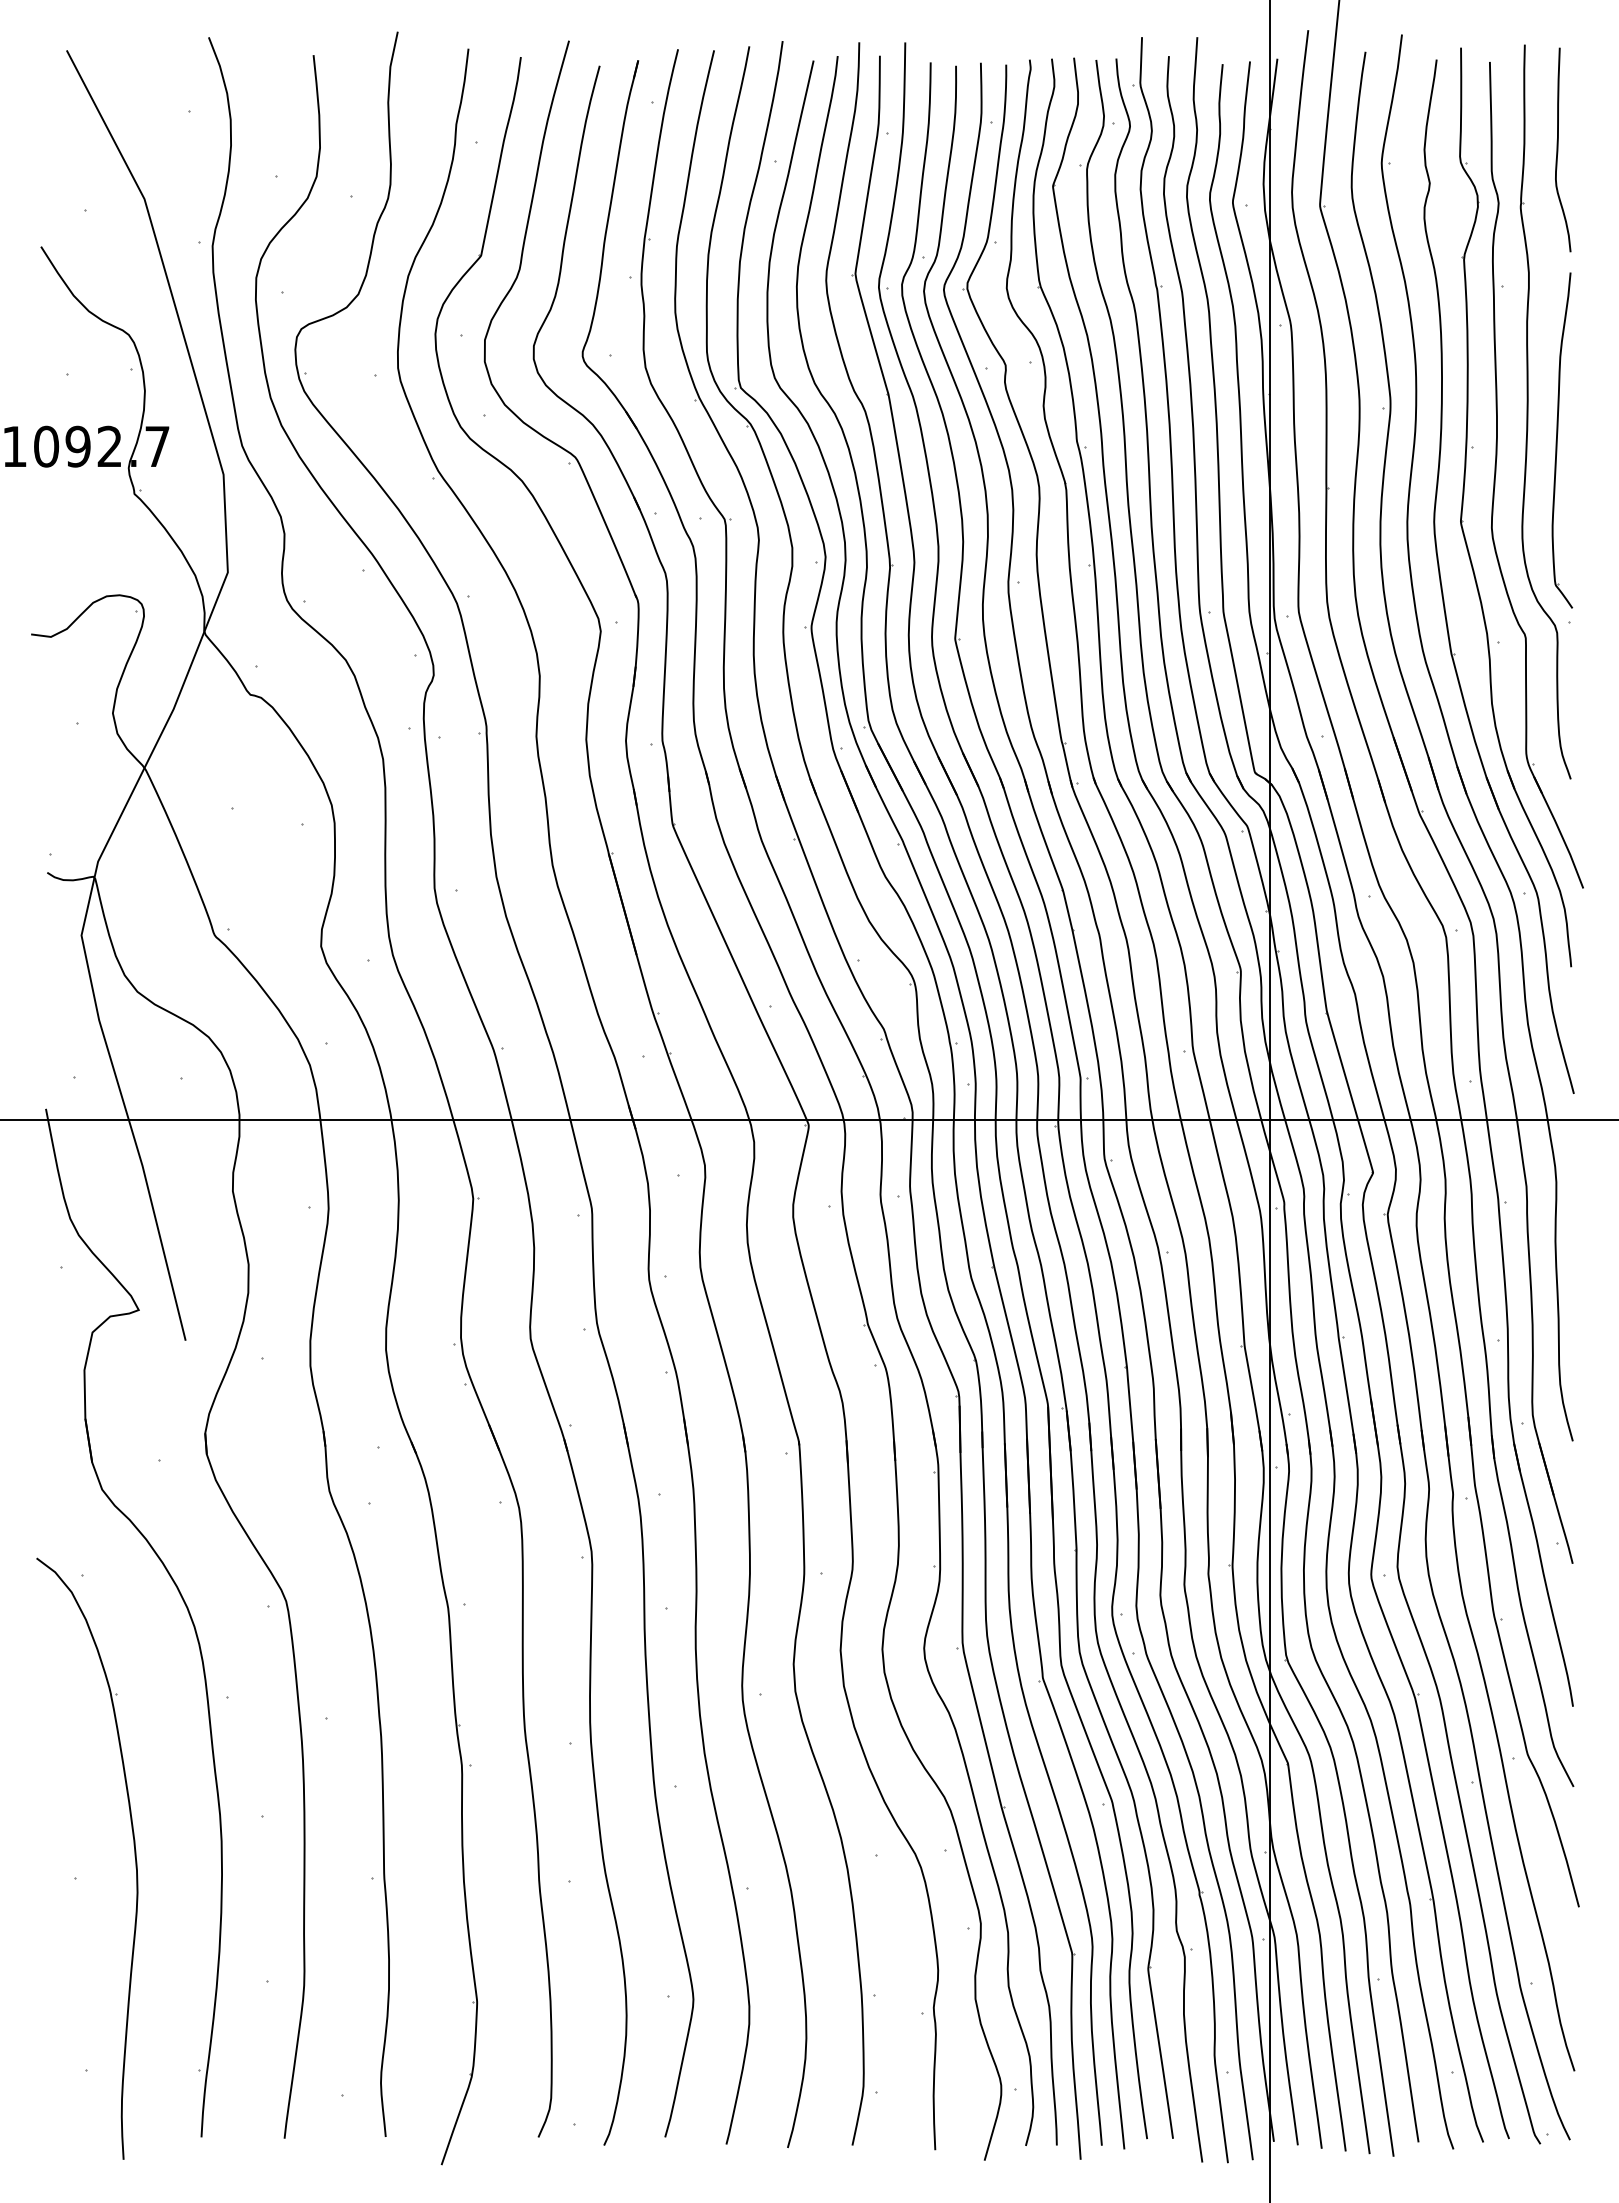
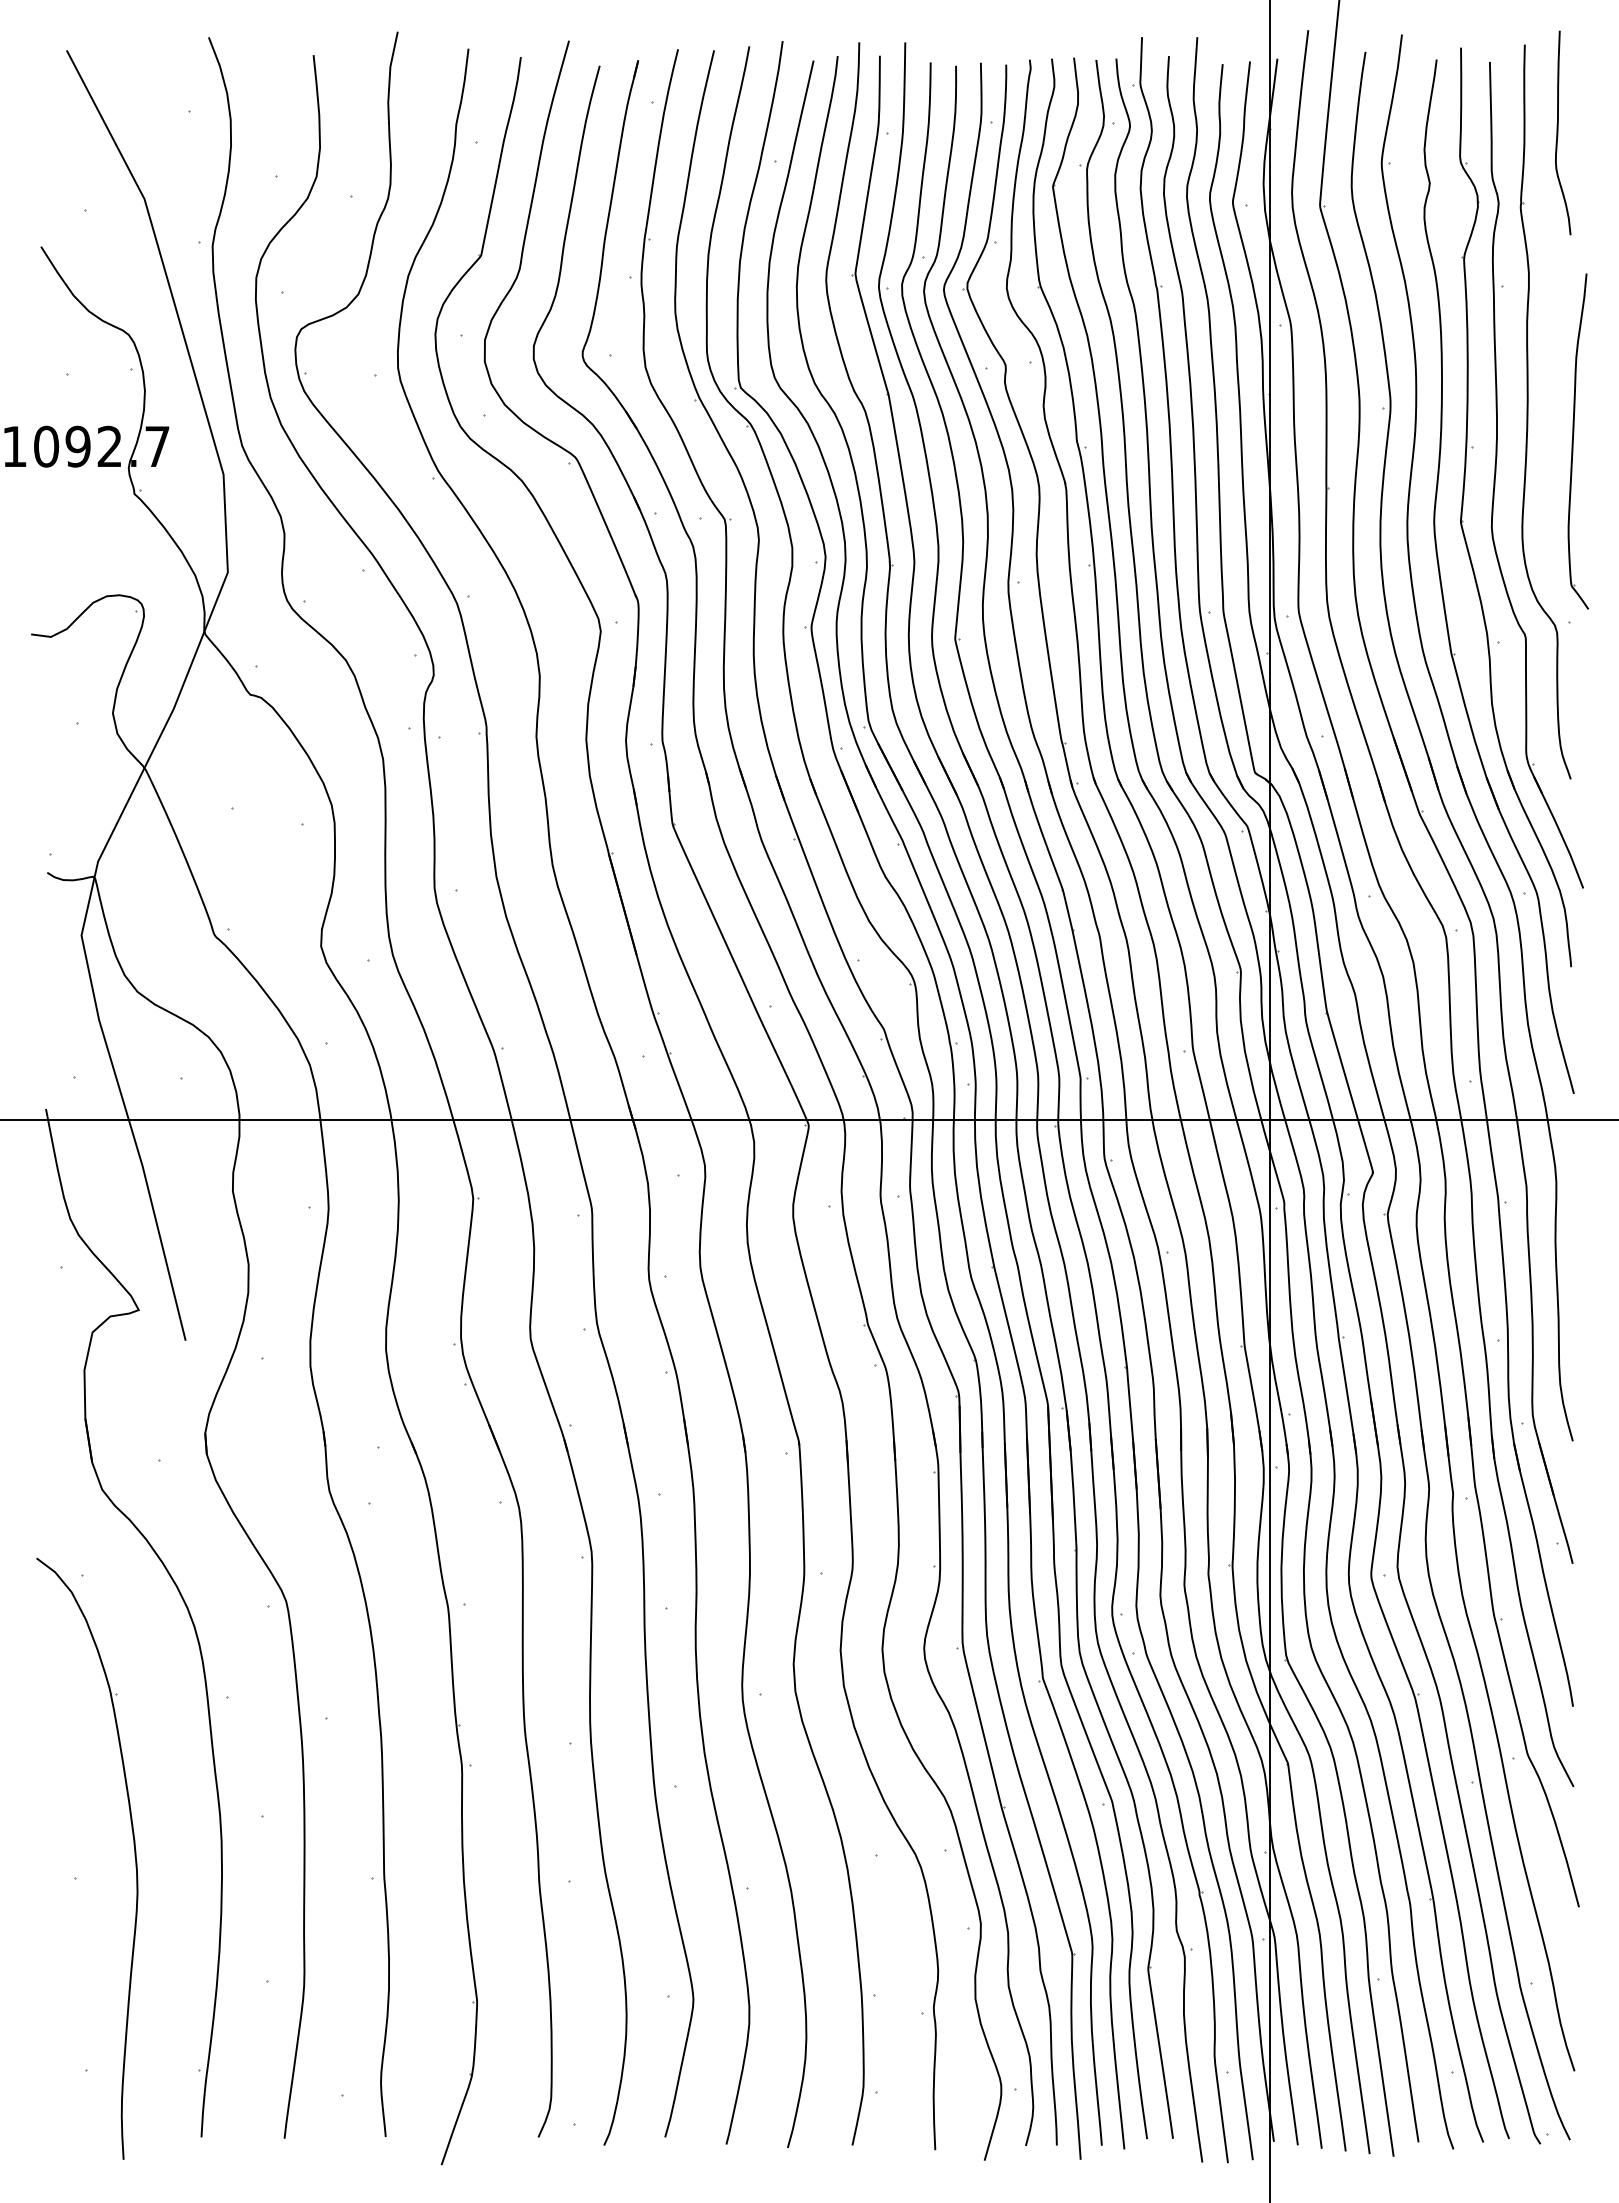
curve at (1558, 149) position: (1558, 149) -> (1558, 132)
part at (1562, 440) position: (1562, 440) -> (1578, 441)
